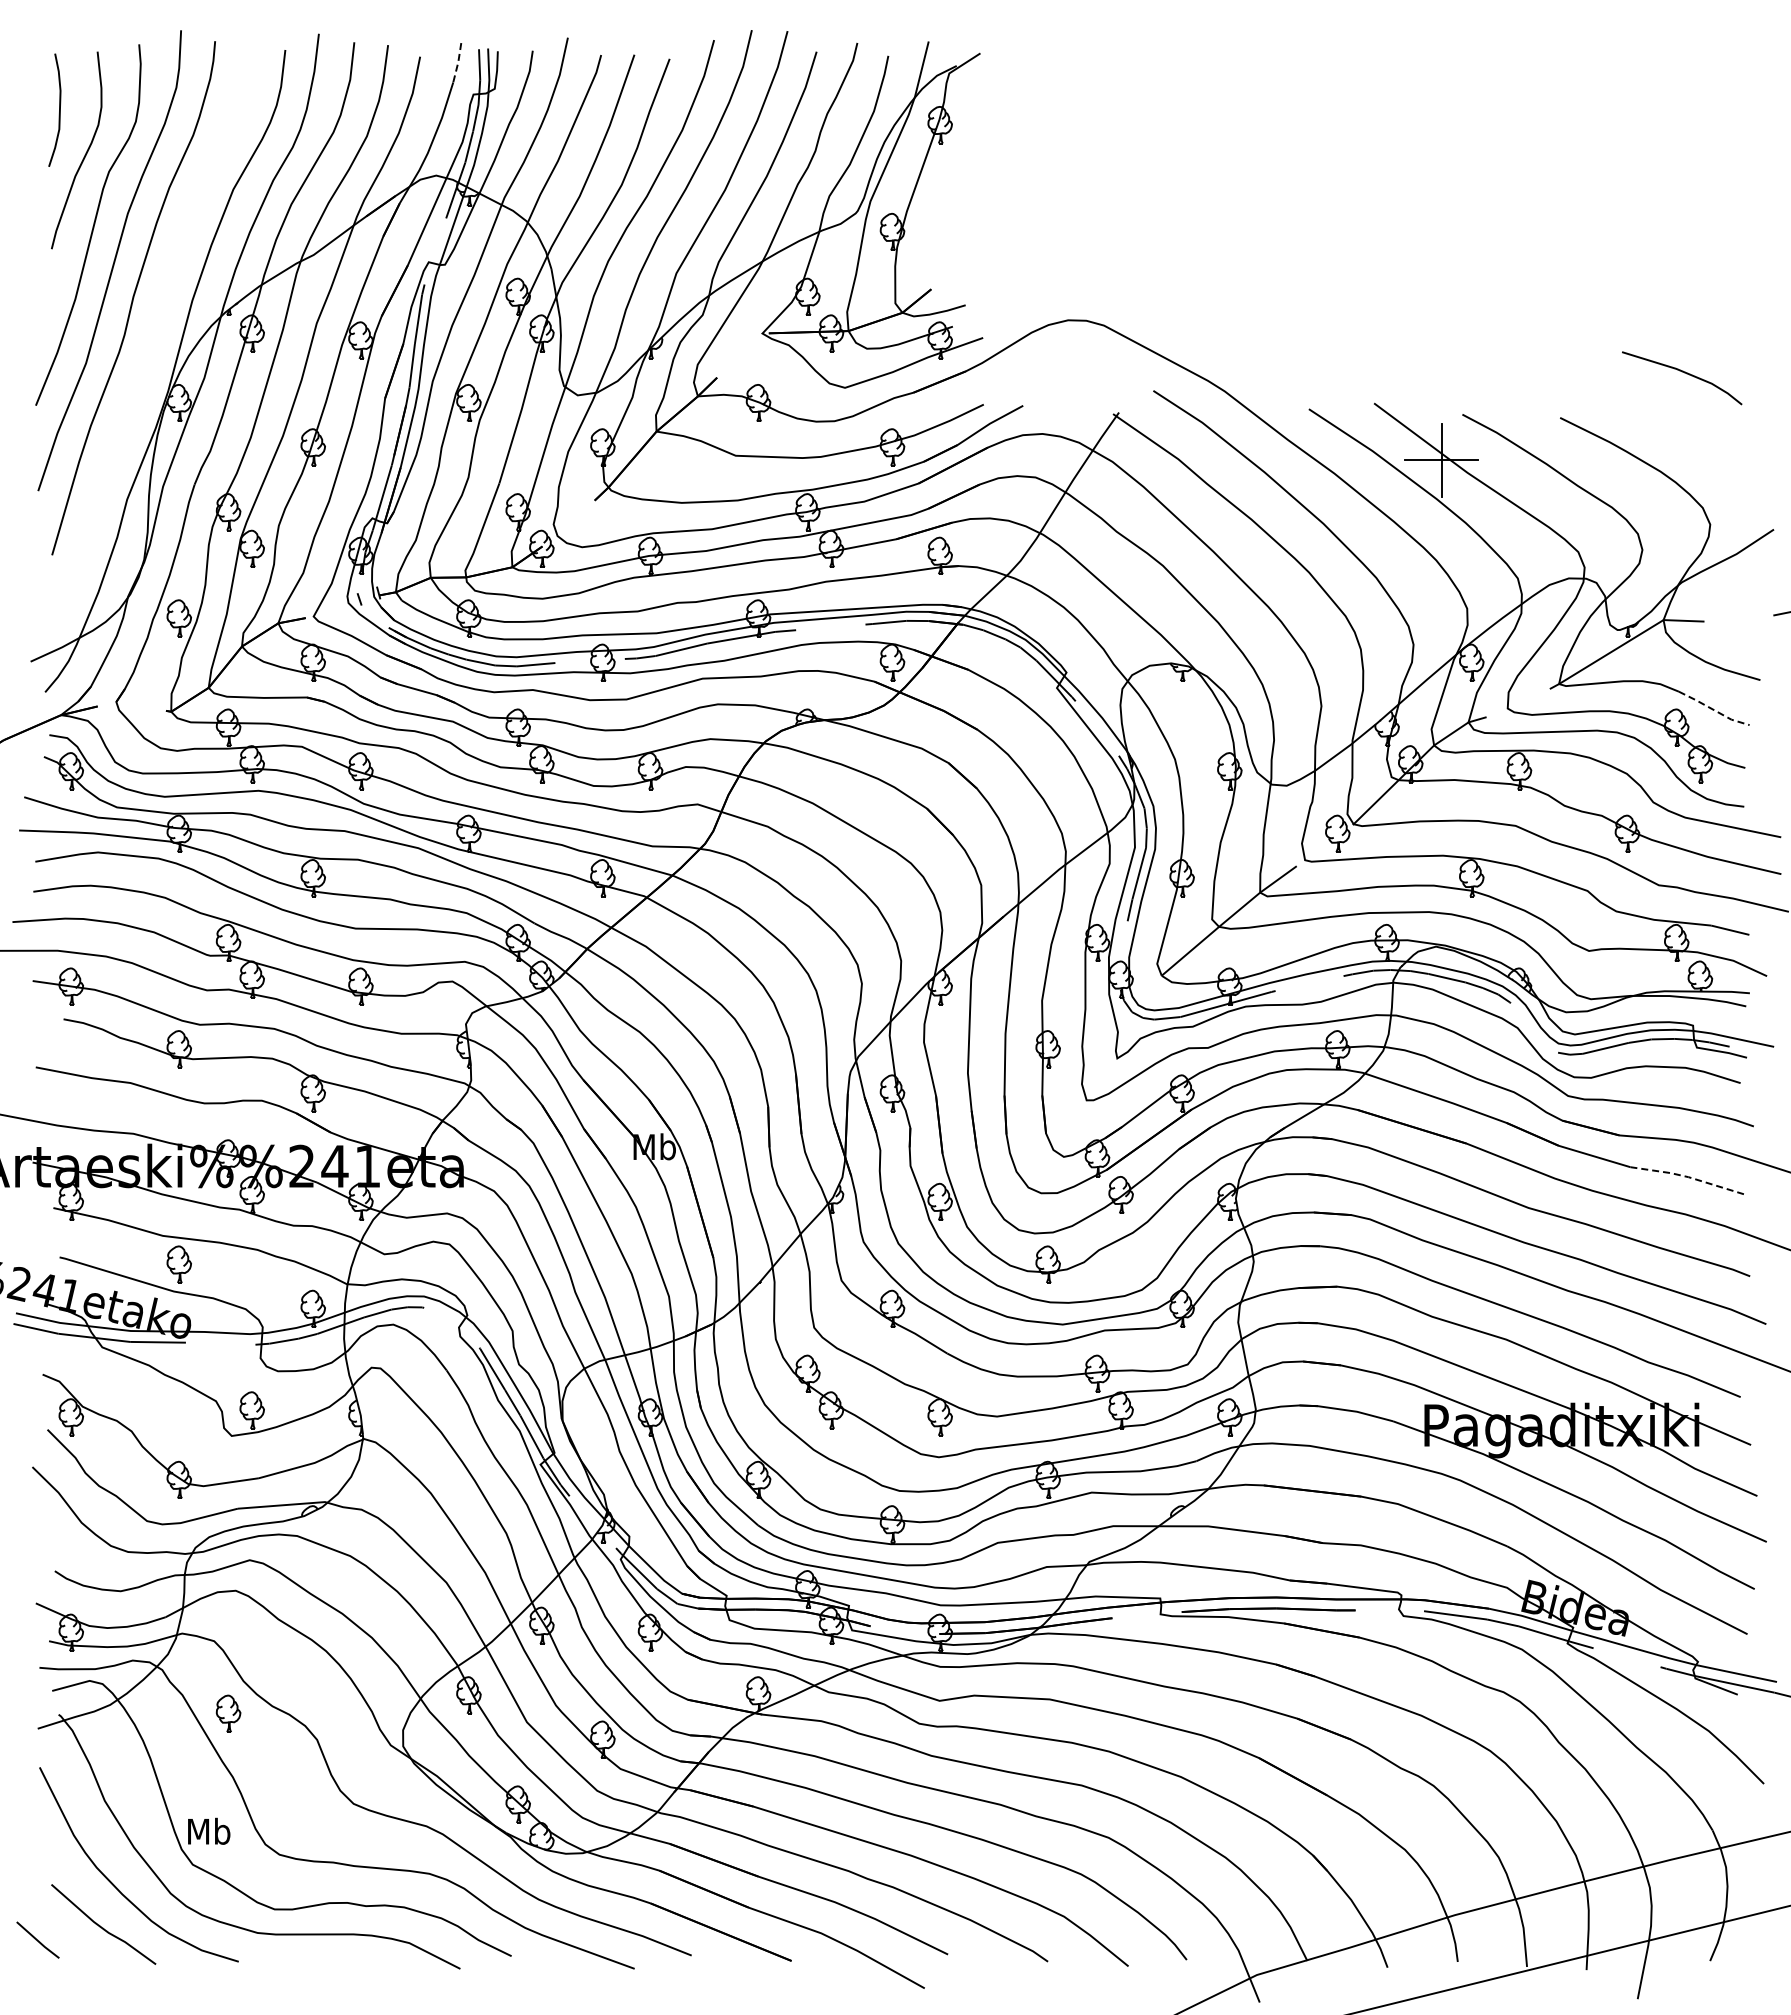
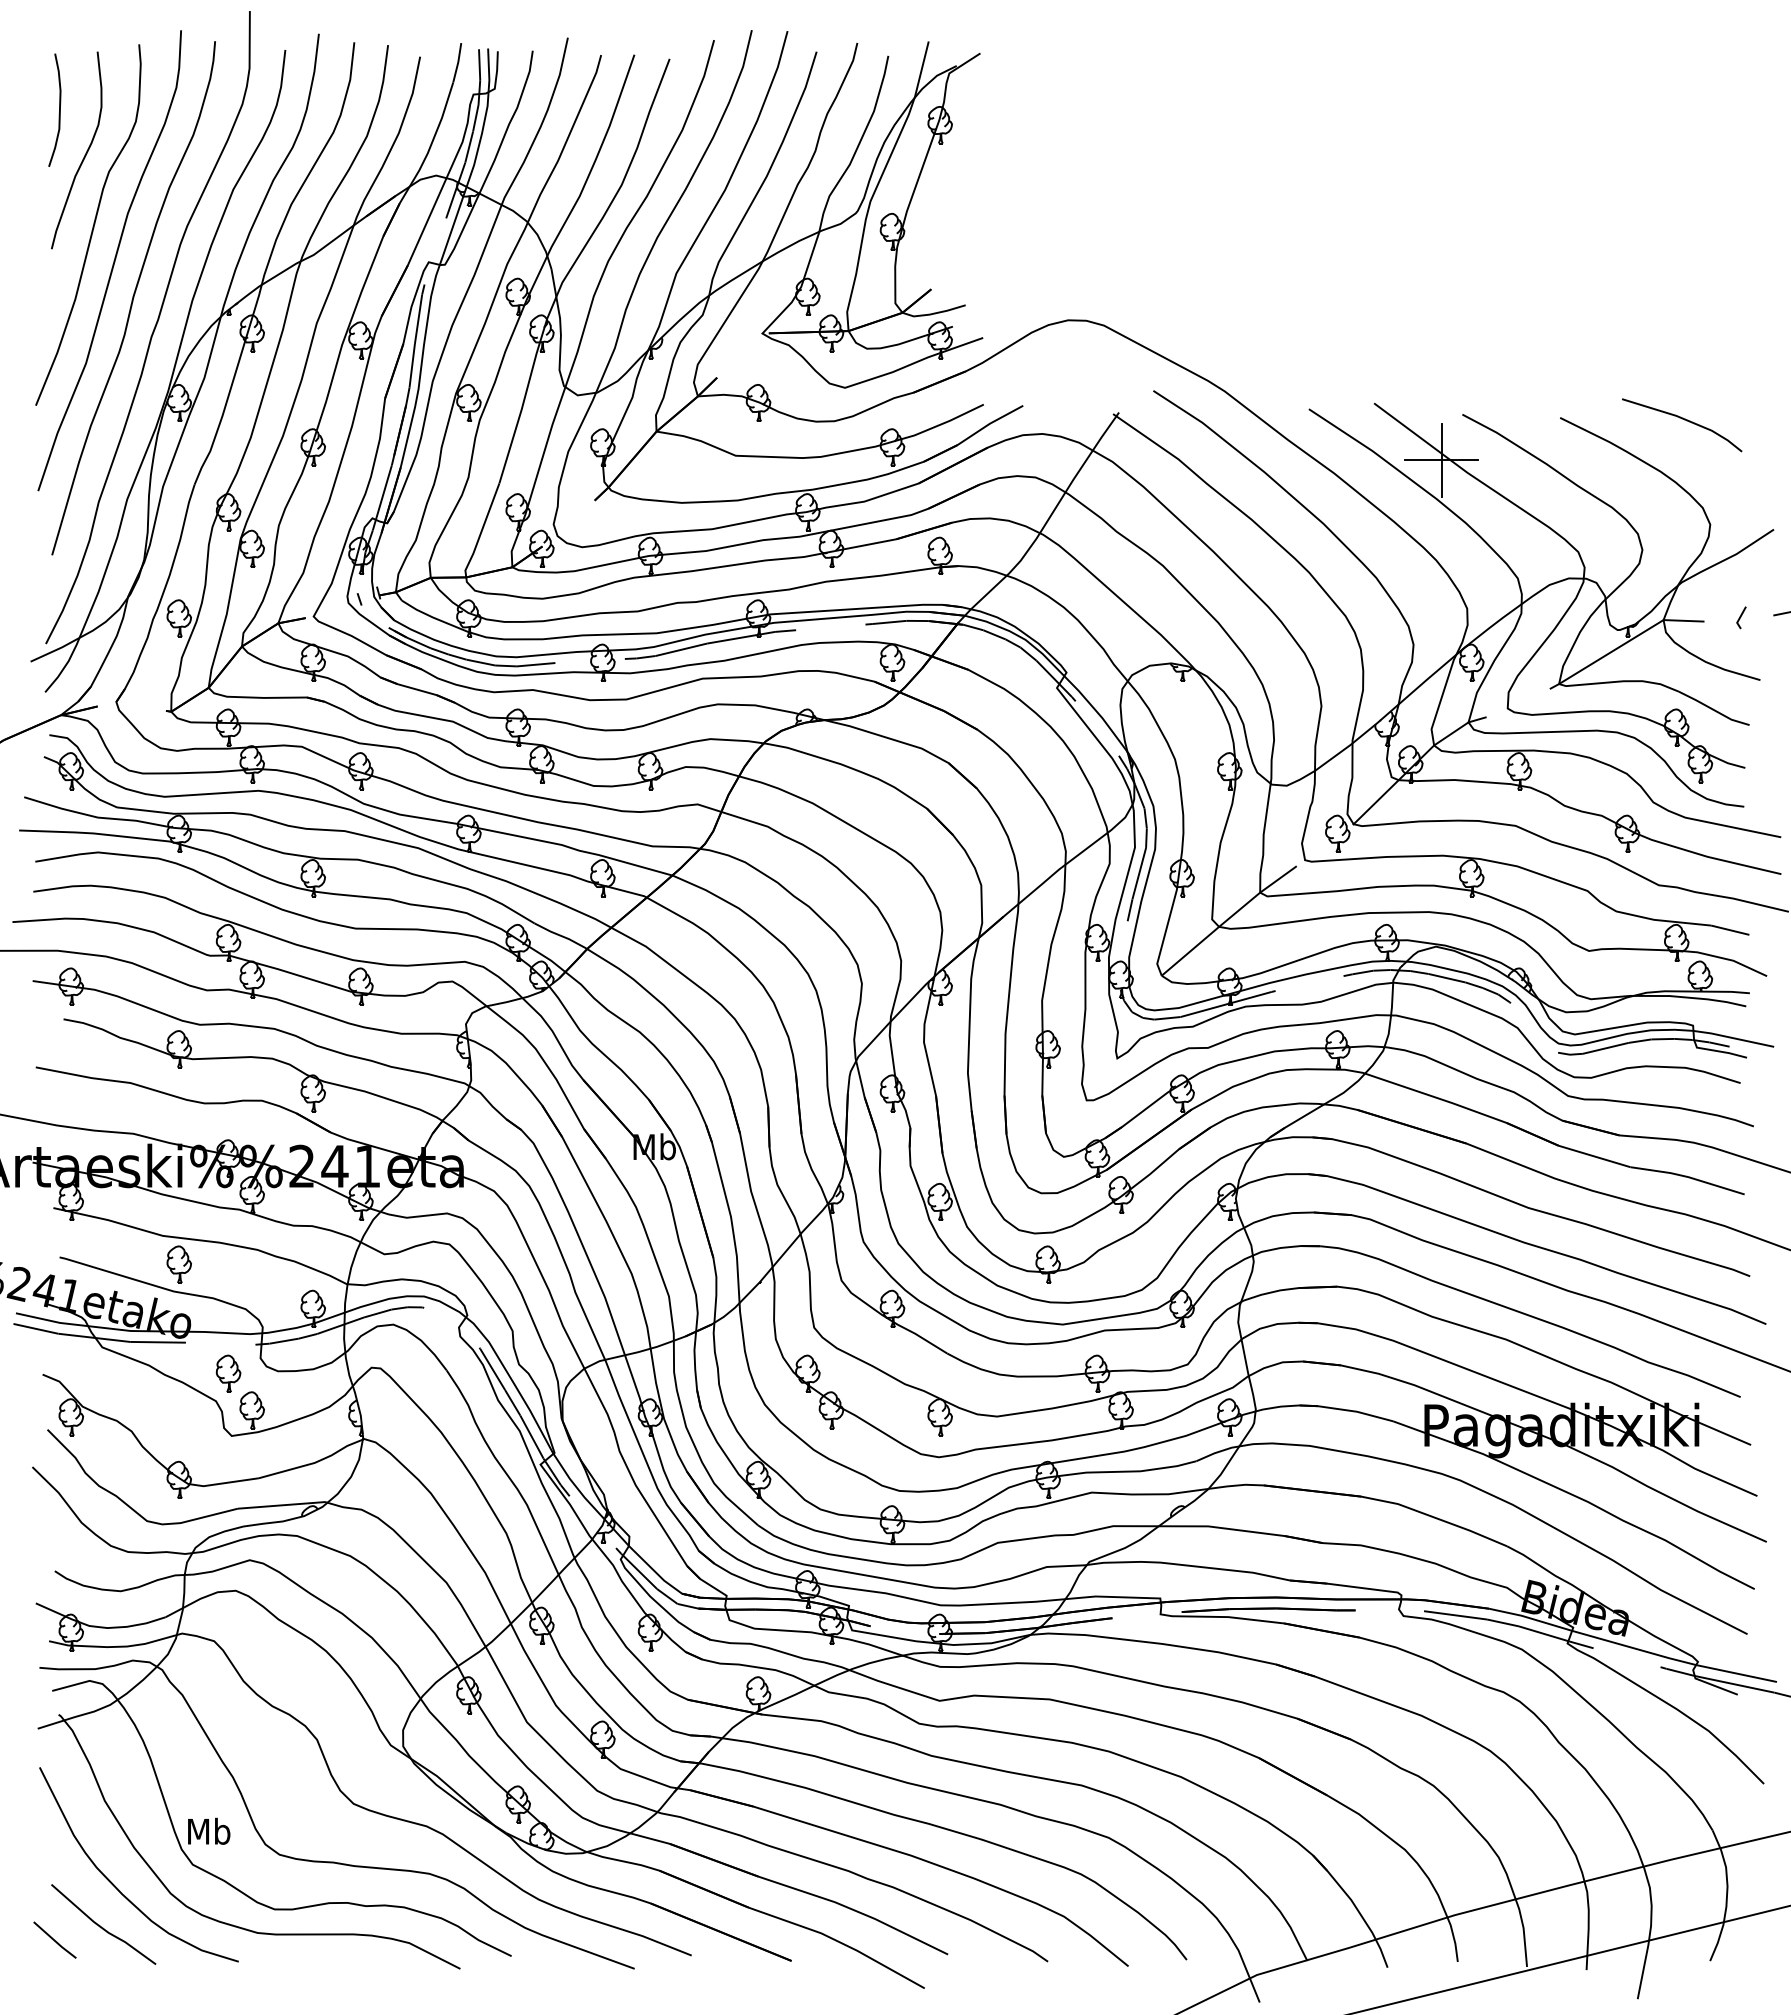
line at (458, 62): dashed -> solid
curve at (153, 328): none -> present
line at (1684, 373) position: (1684, 373) -> (1684, 420)
line at (1741, 617): none -> present
line at (1714, 710): dashed -> solid
line at (1688, 1177): dashed -> solid
part at (228, 1713) position: (228, 1713) -> (228, 1373)
line at (37, 1939) position: (37, 1939) -> (54, 1939)
